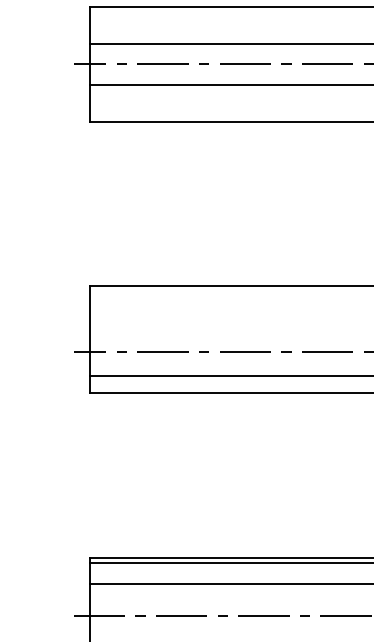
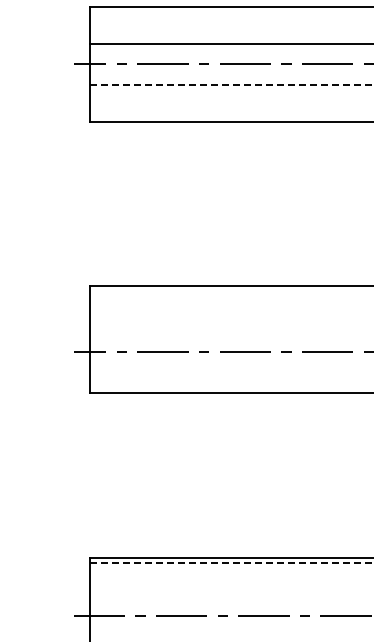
line at (231, 84): solid -> dashed
line at (229, 375): present -> none
line at (231, 562): solid -> dashed
line at (229, 583): present -> none
